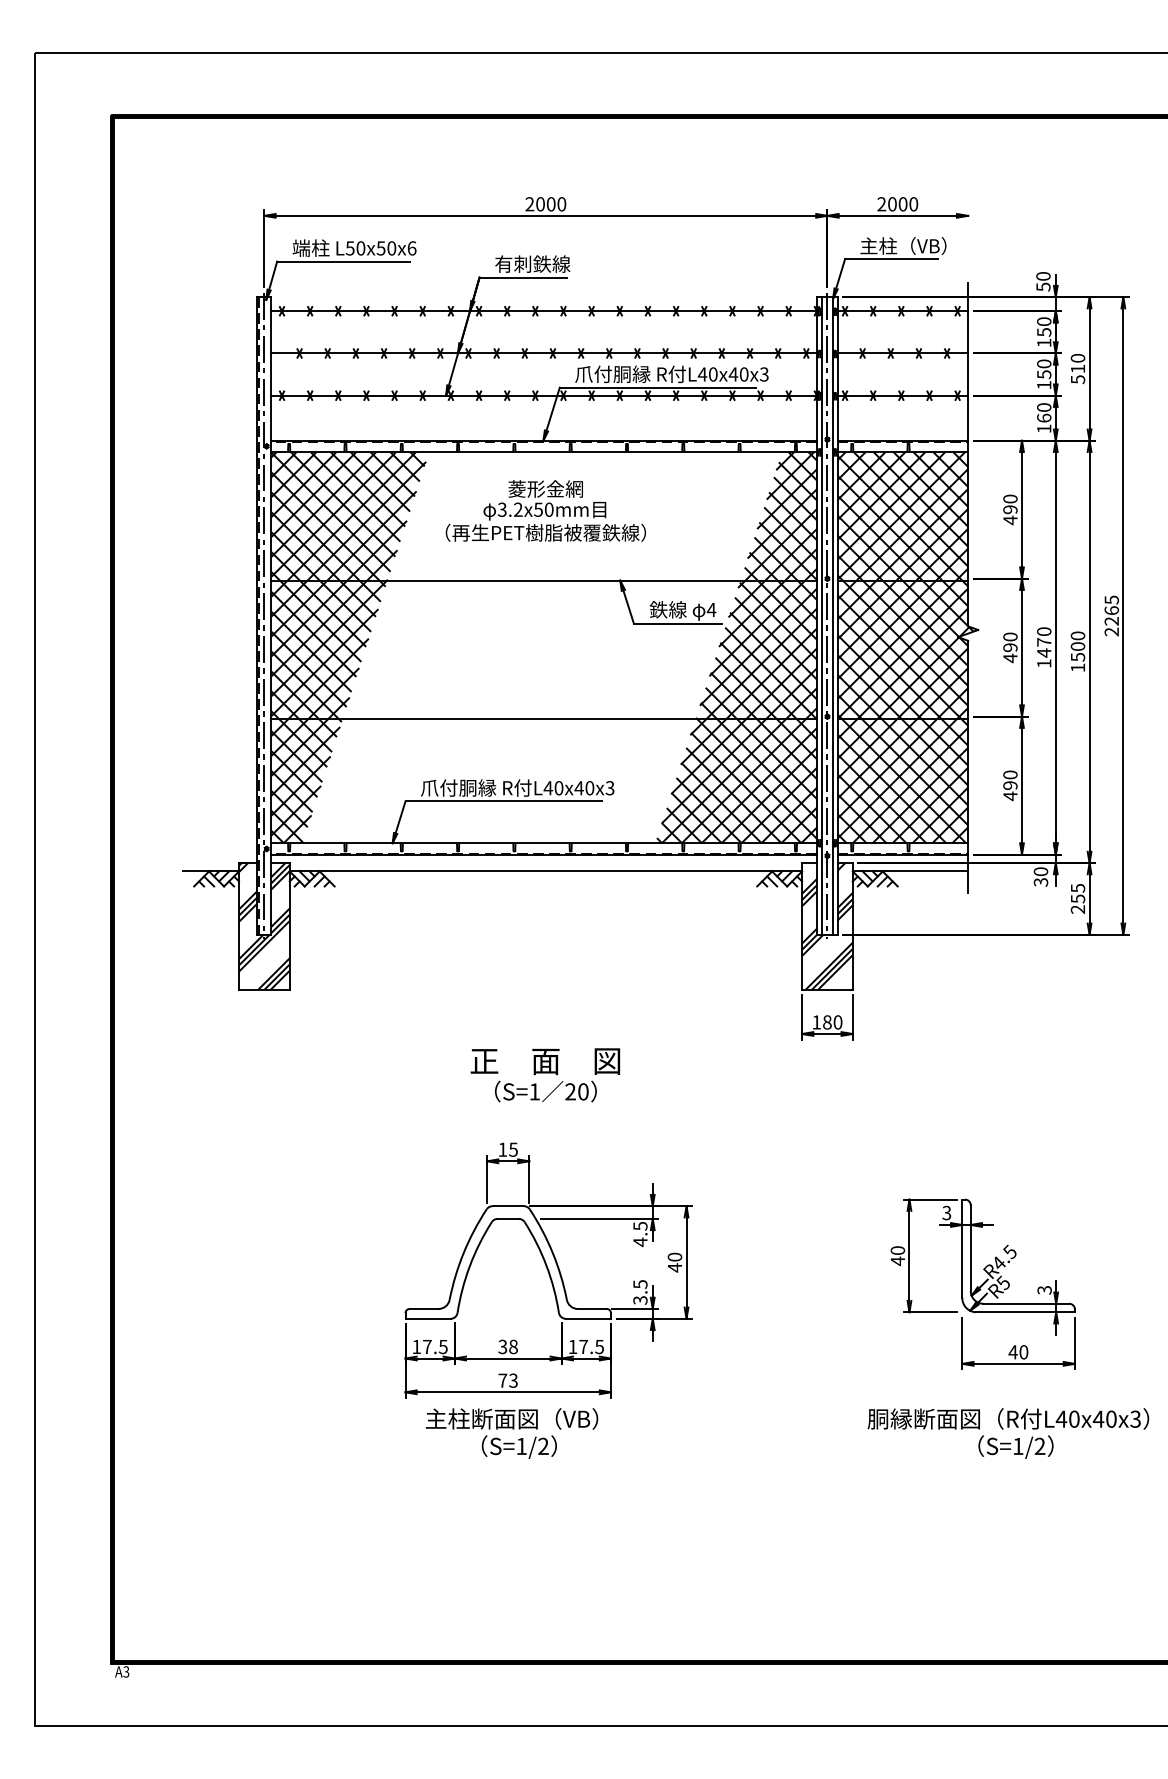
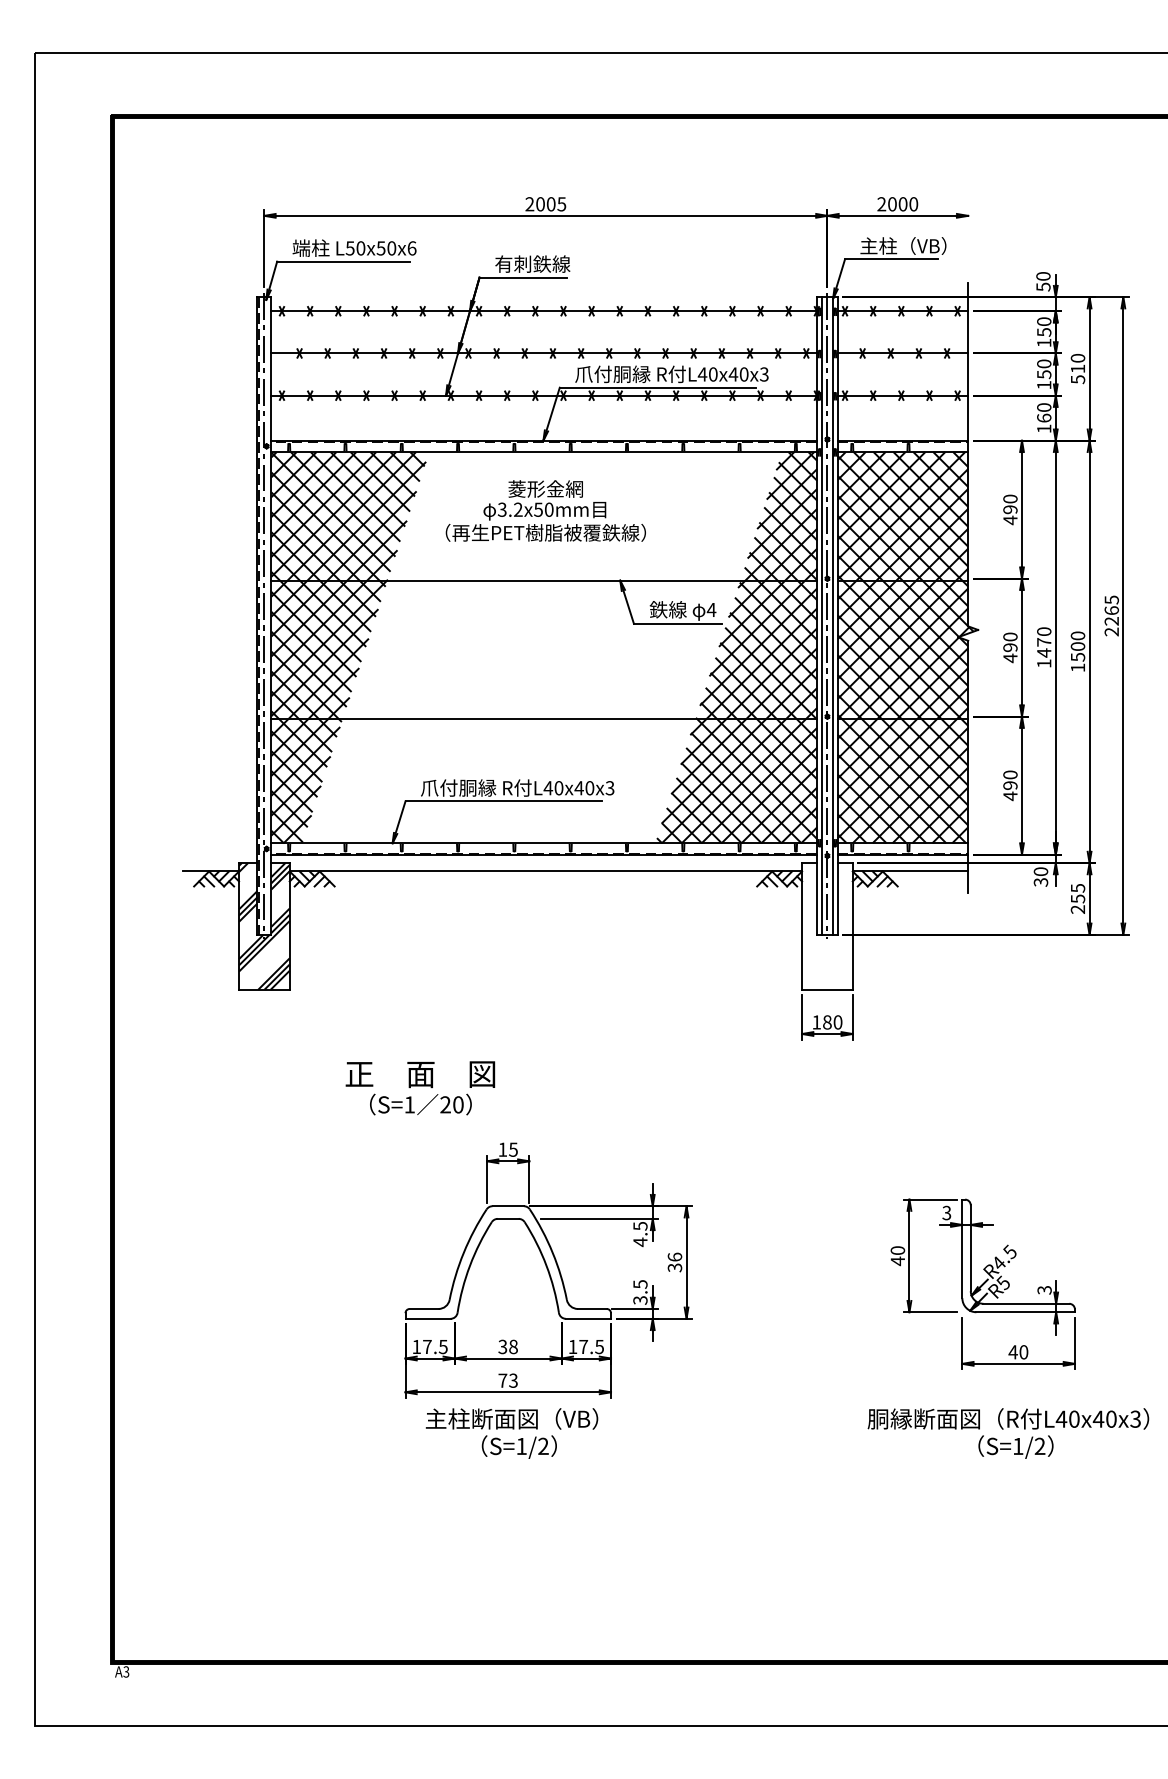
text at (561, 204): 2000 -> 2005
hatch at (827, 926): present -> none
text at (545, 1075) position: (545, 1075) -> (420, 1088)
text at (674, 1262): 40 -> 36
